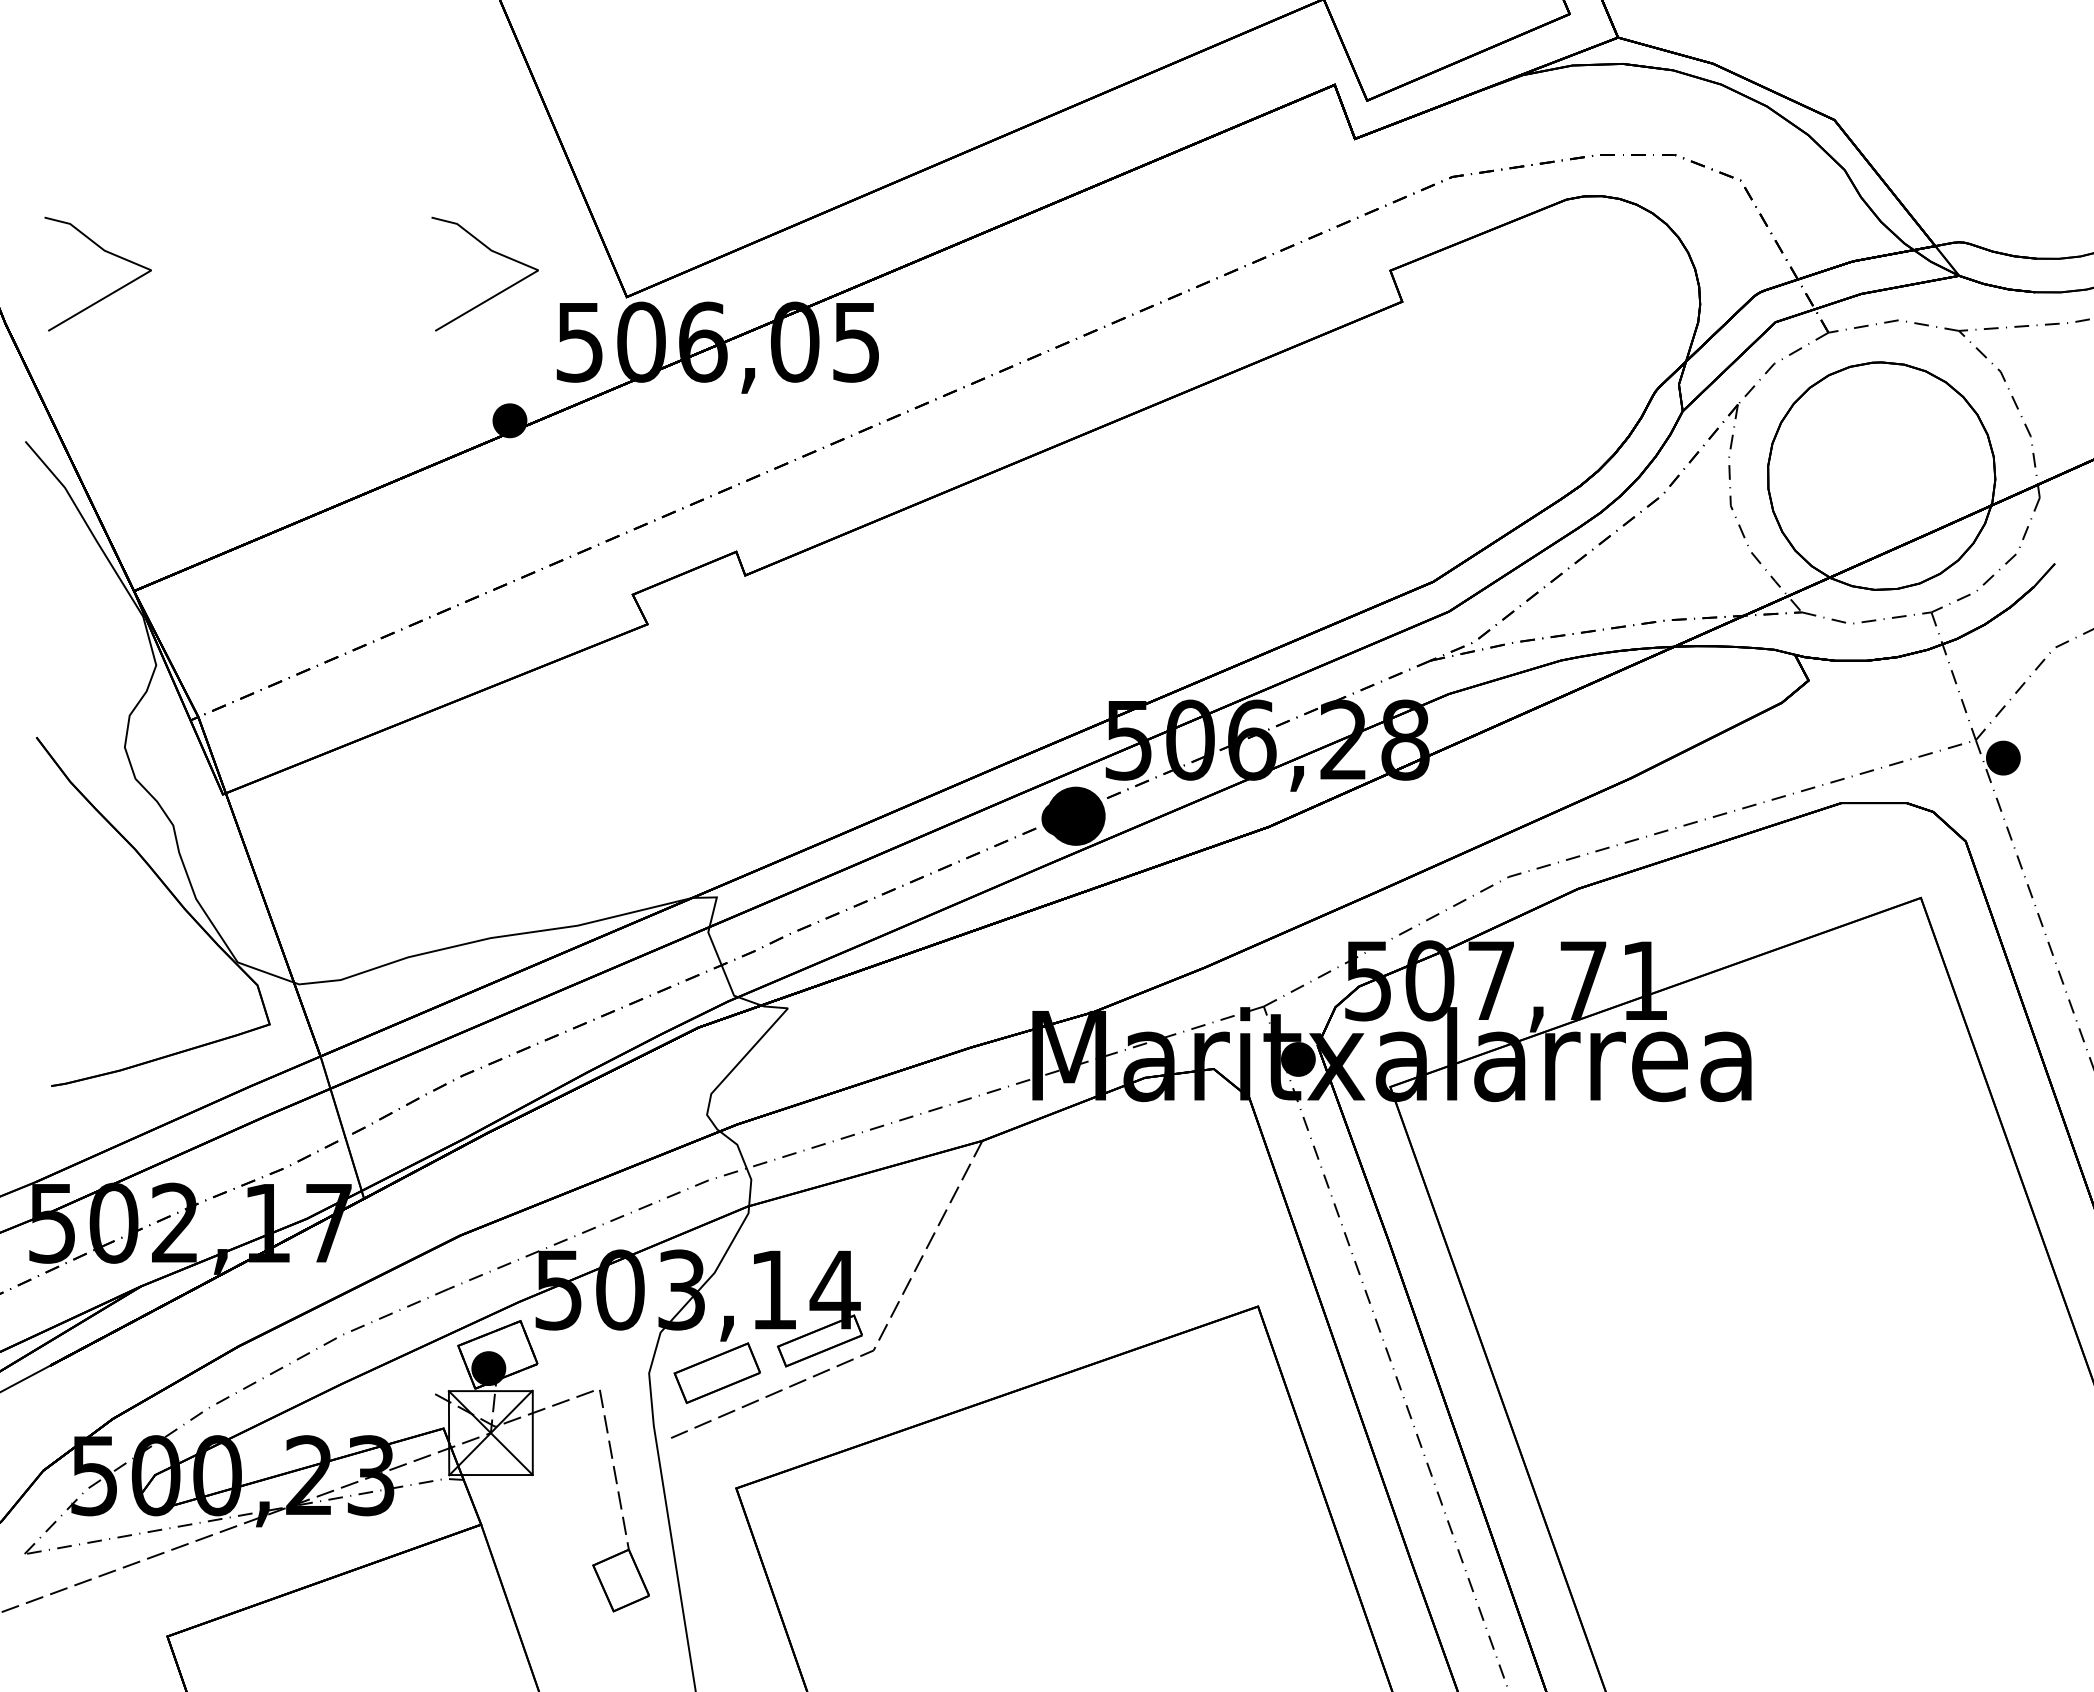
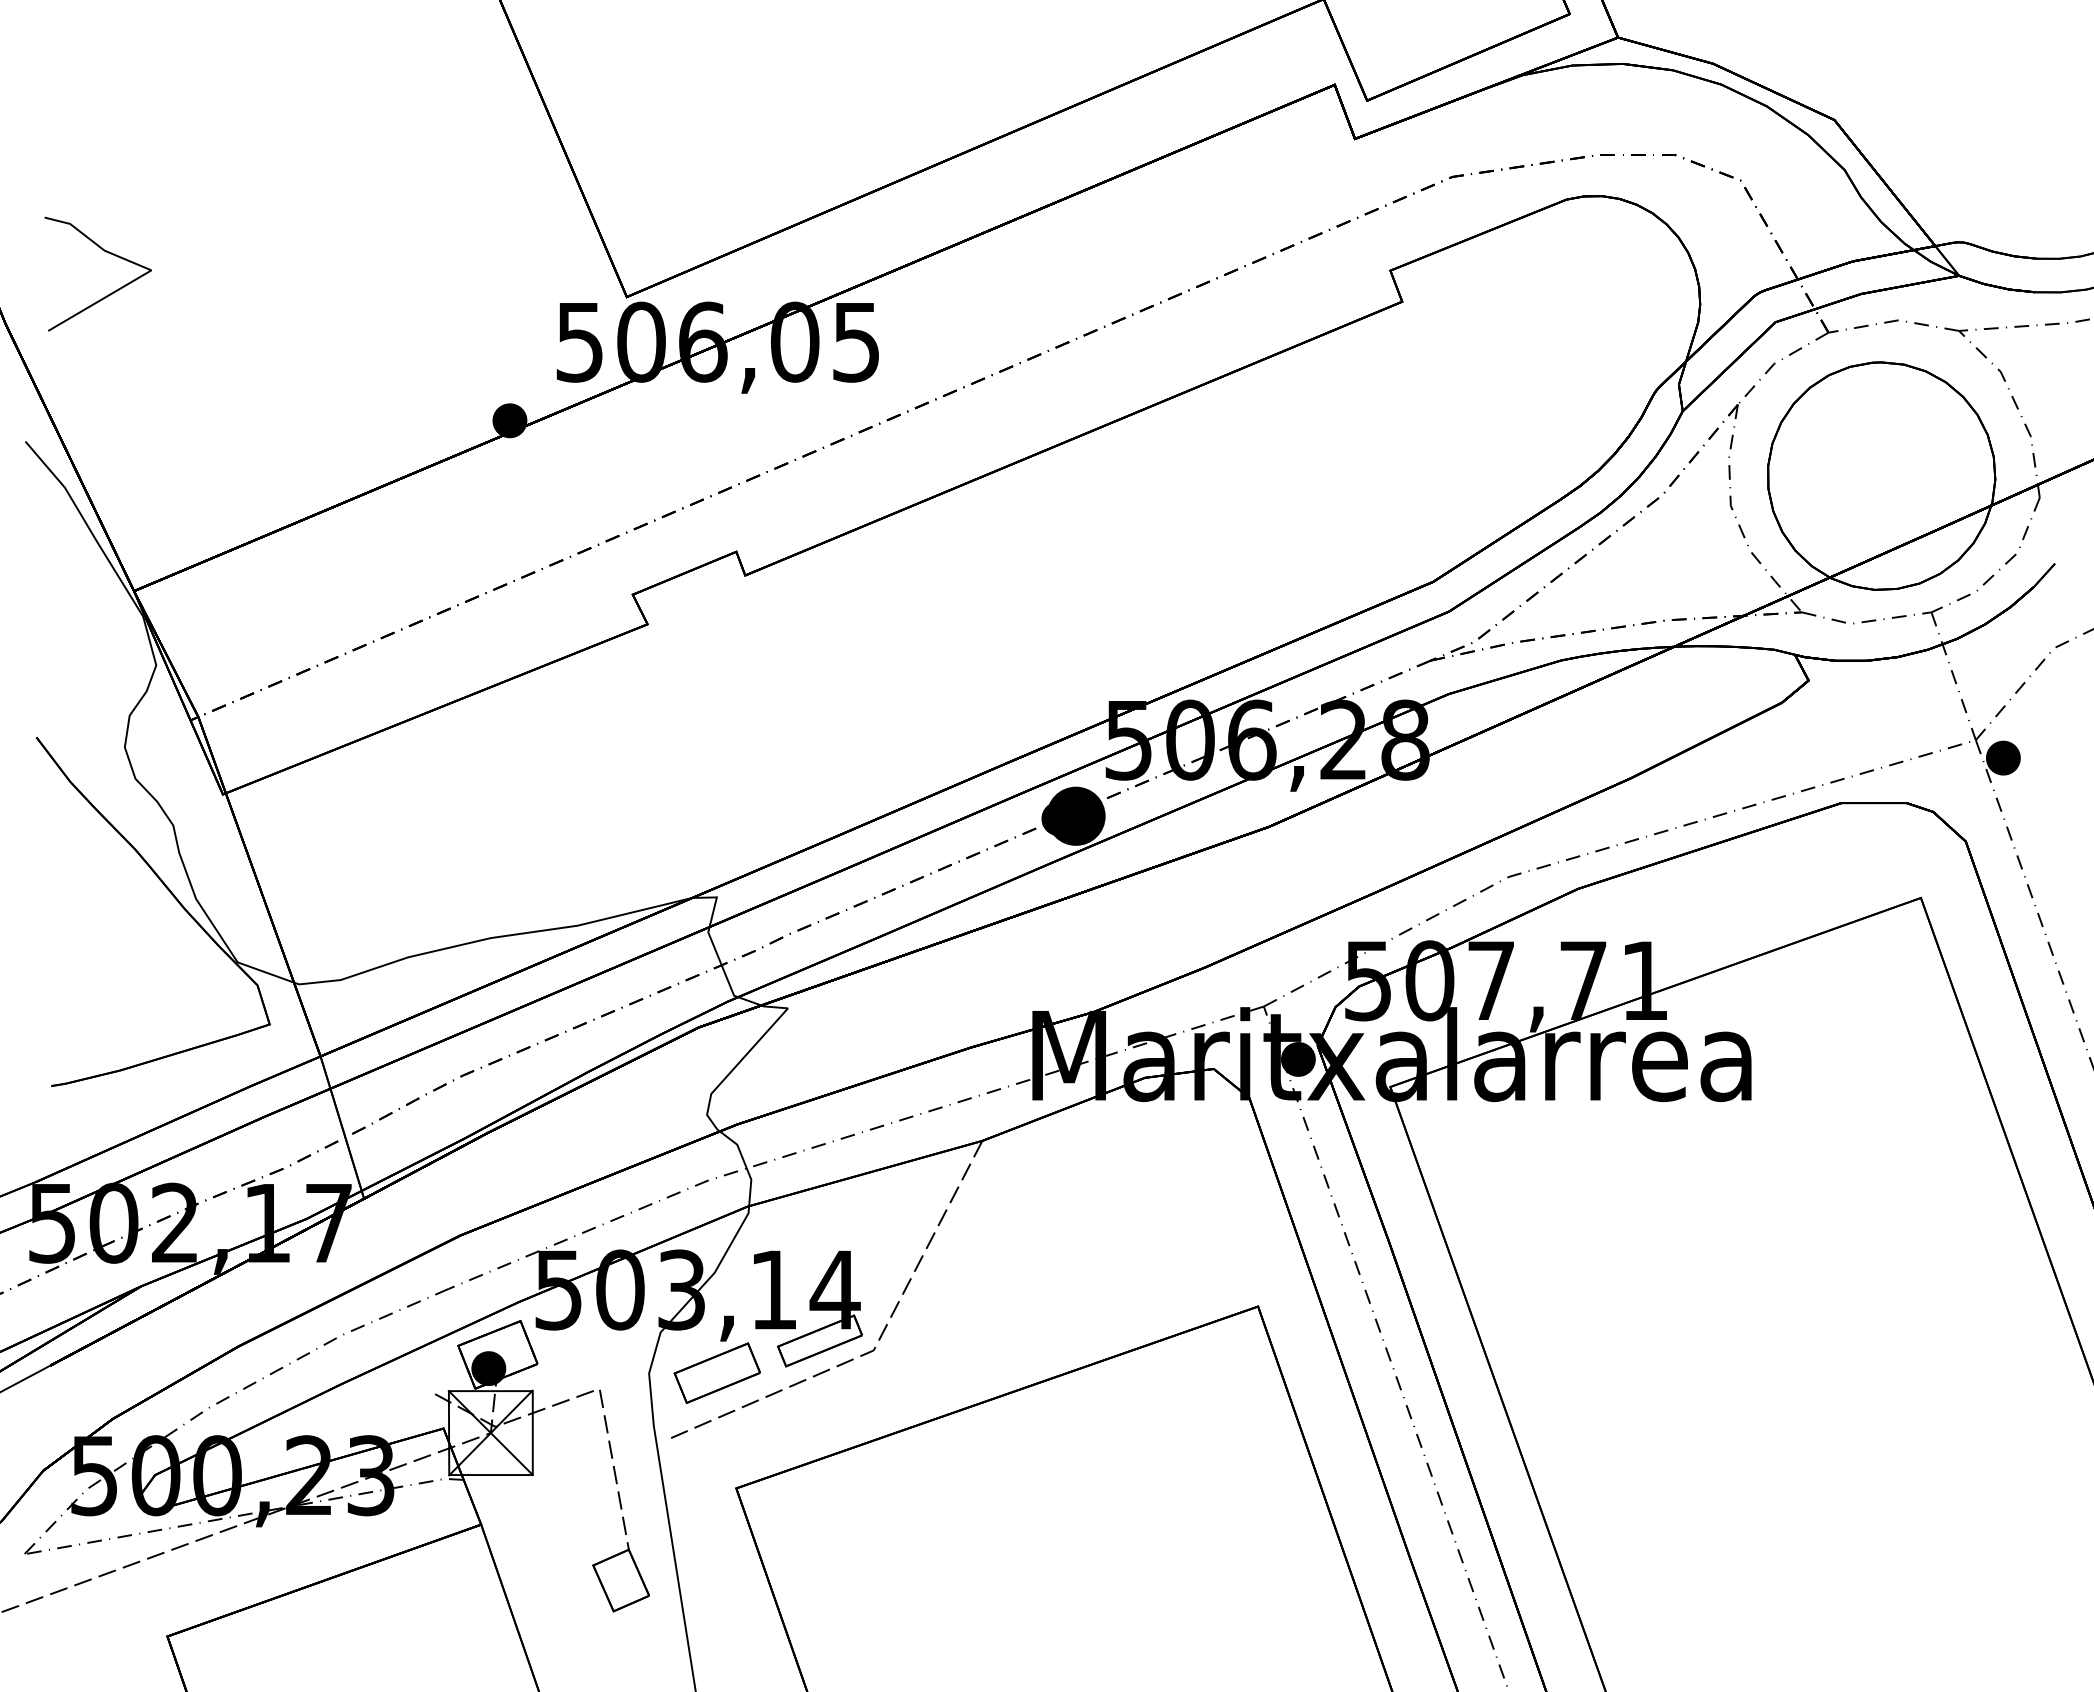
line at (495, 253): present -> none
